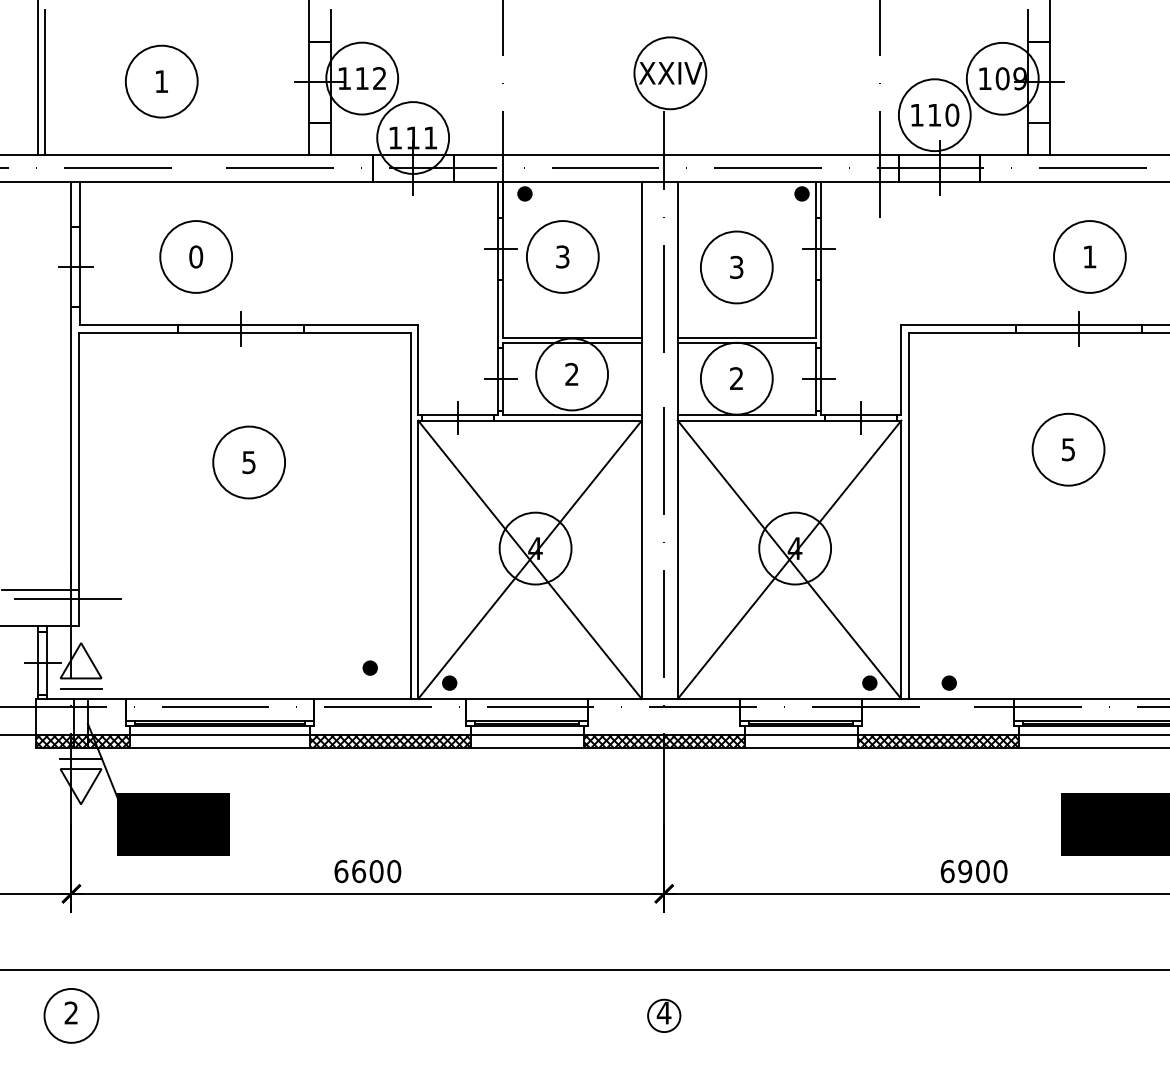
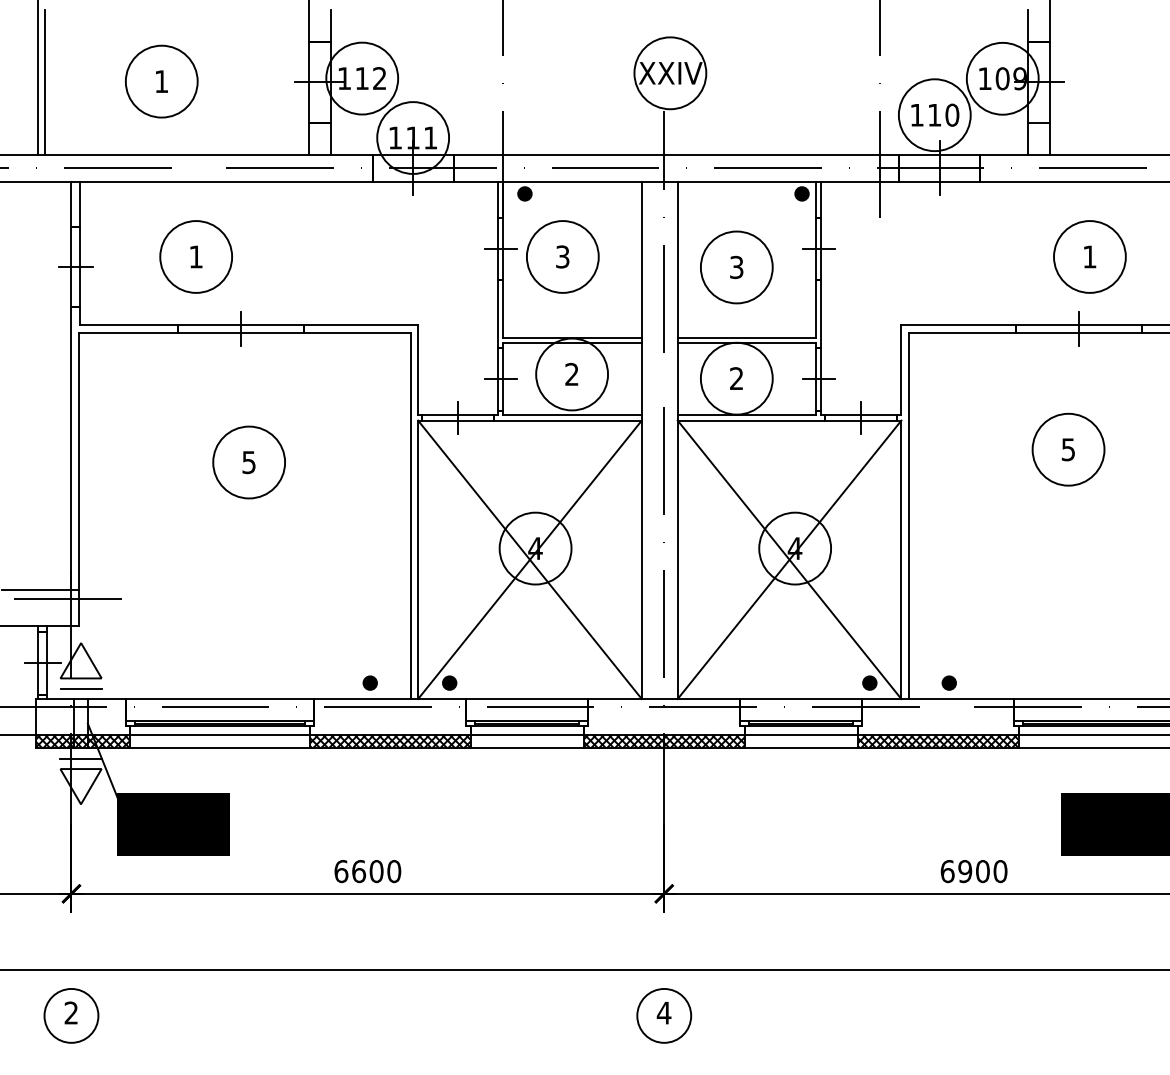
text at (196, 256): 0 -> 1
part at (369, 667) position: (369, 667) -> (369, 682)
circle at (664, 1015) diameter: 32 px -> 54 px
